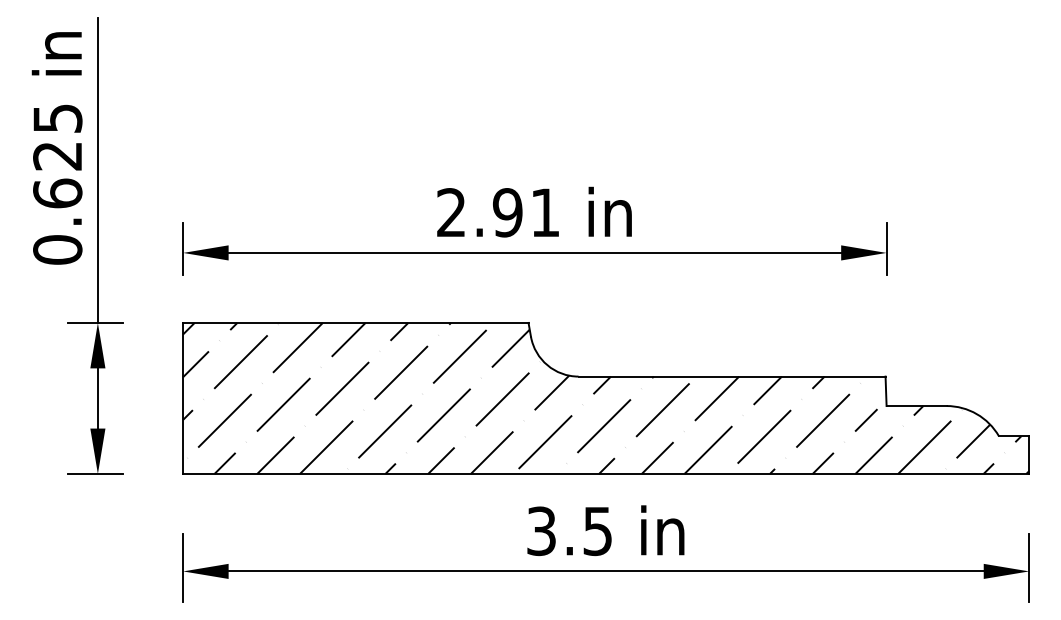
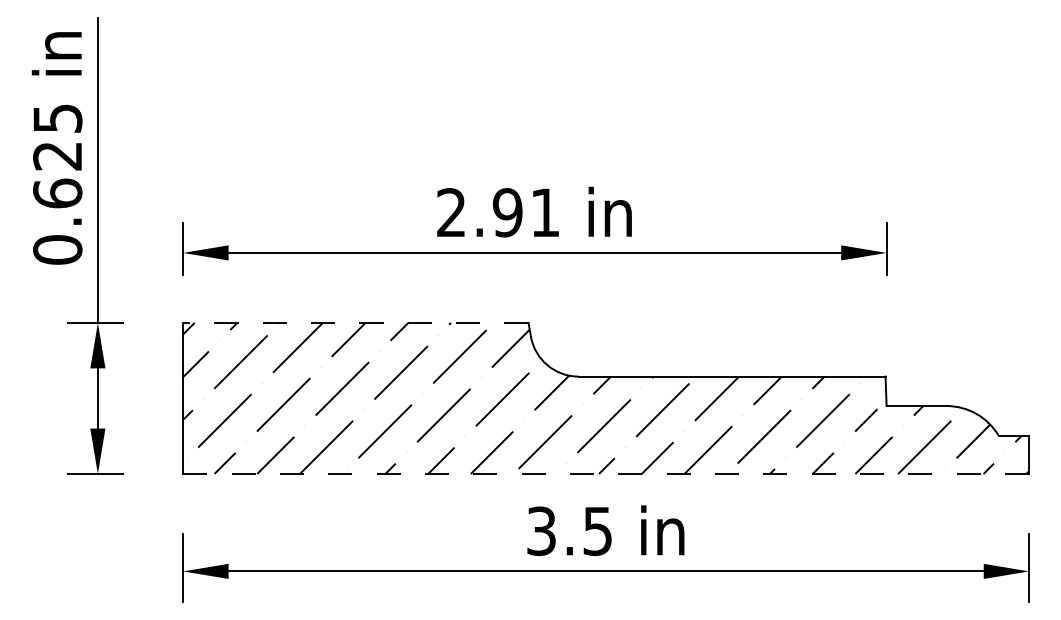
line at (355, 322): solid -> dashed
line at (606, 474): solid -> dashed
